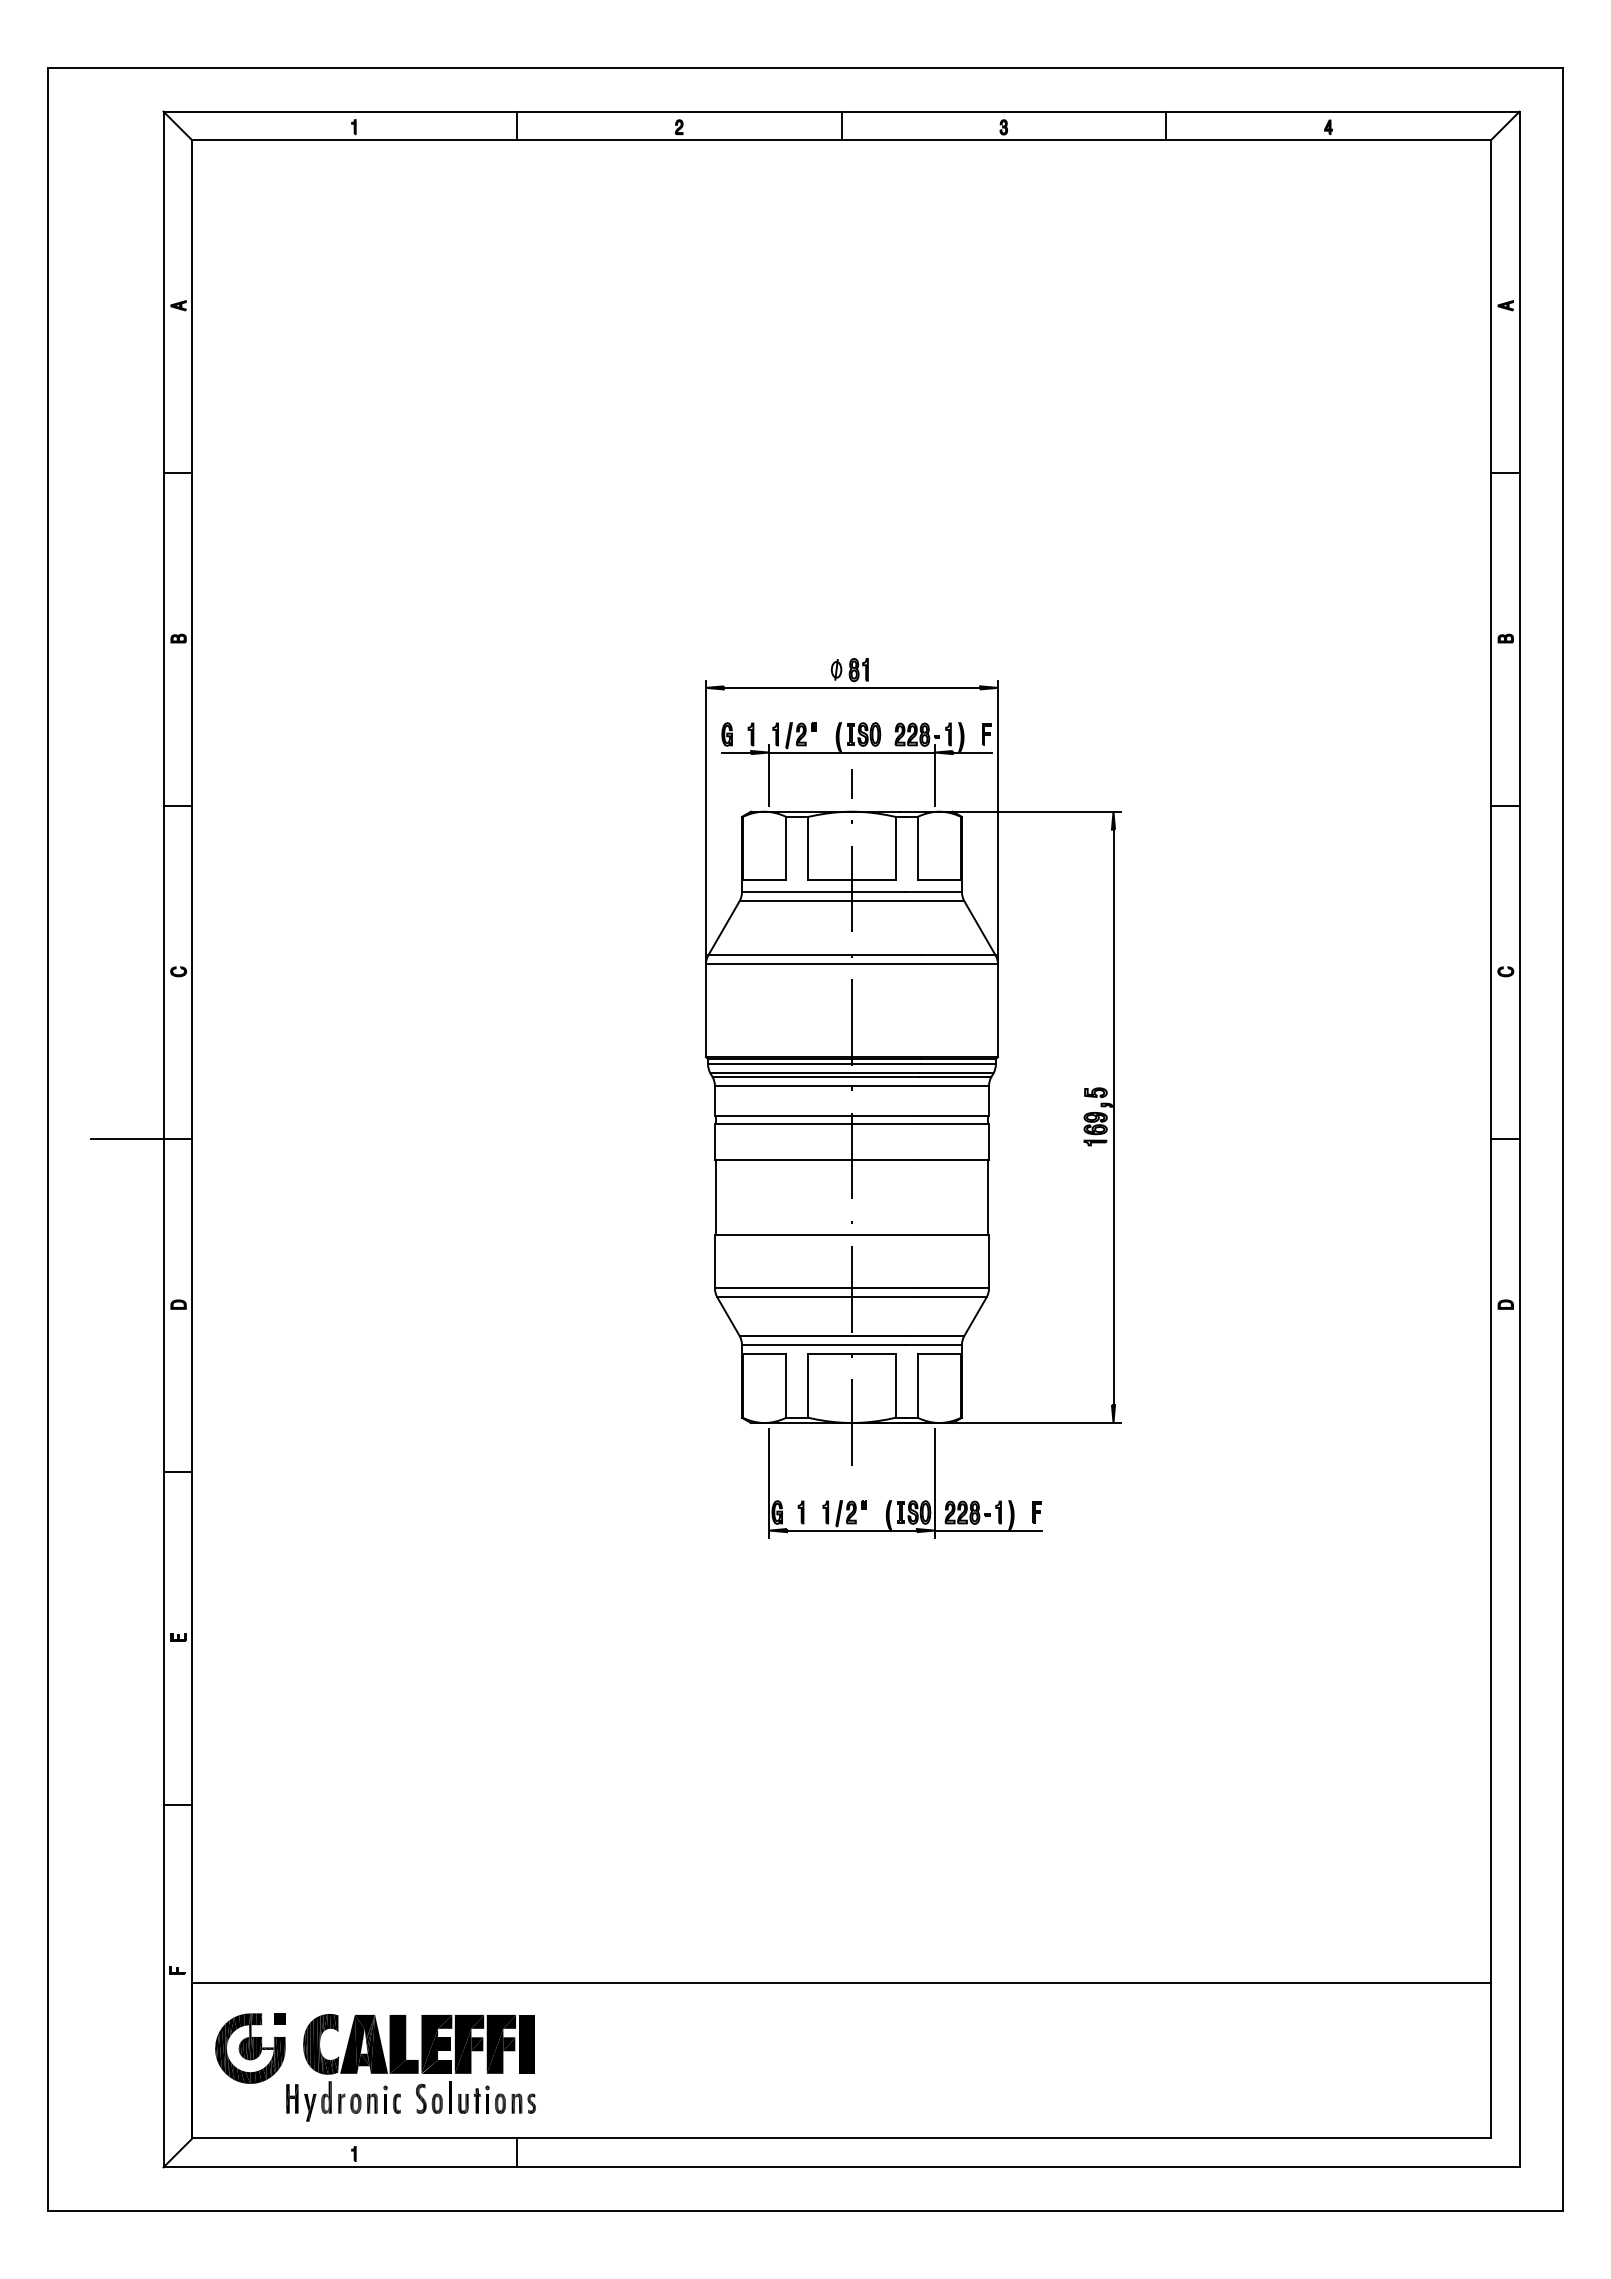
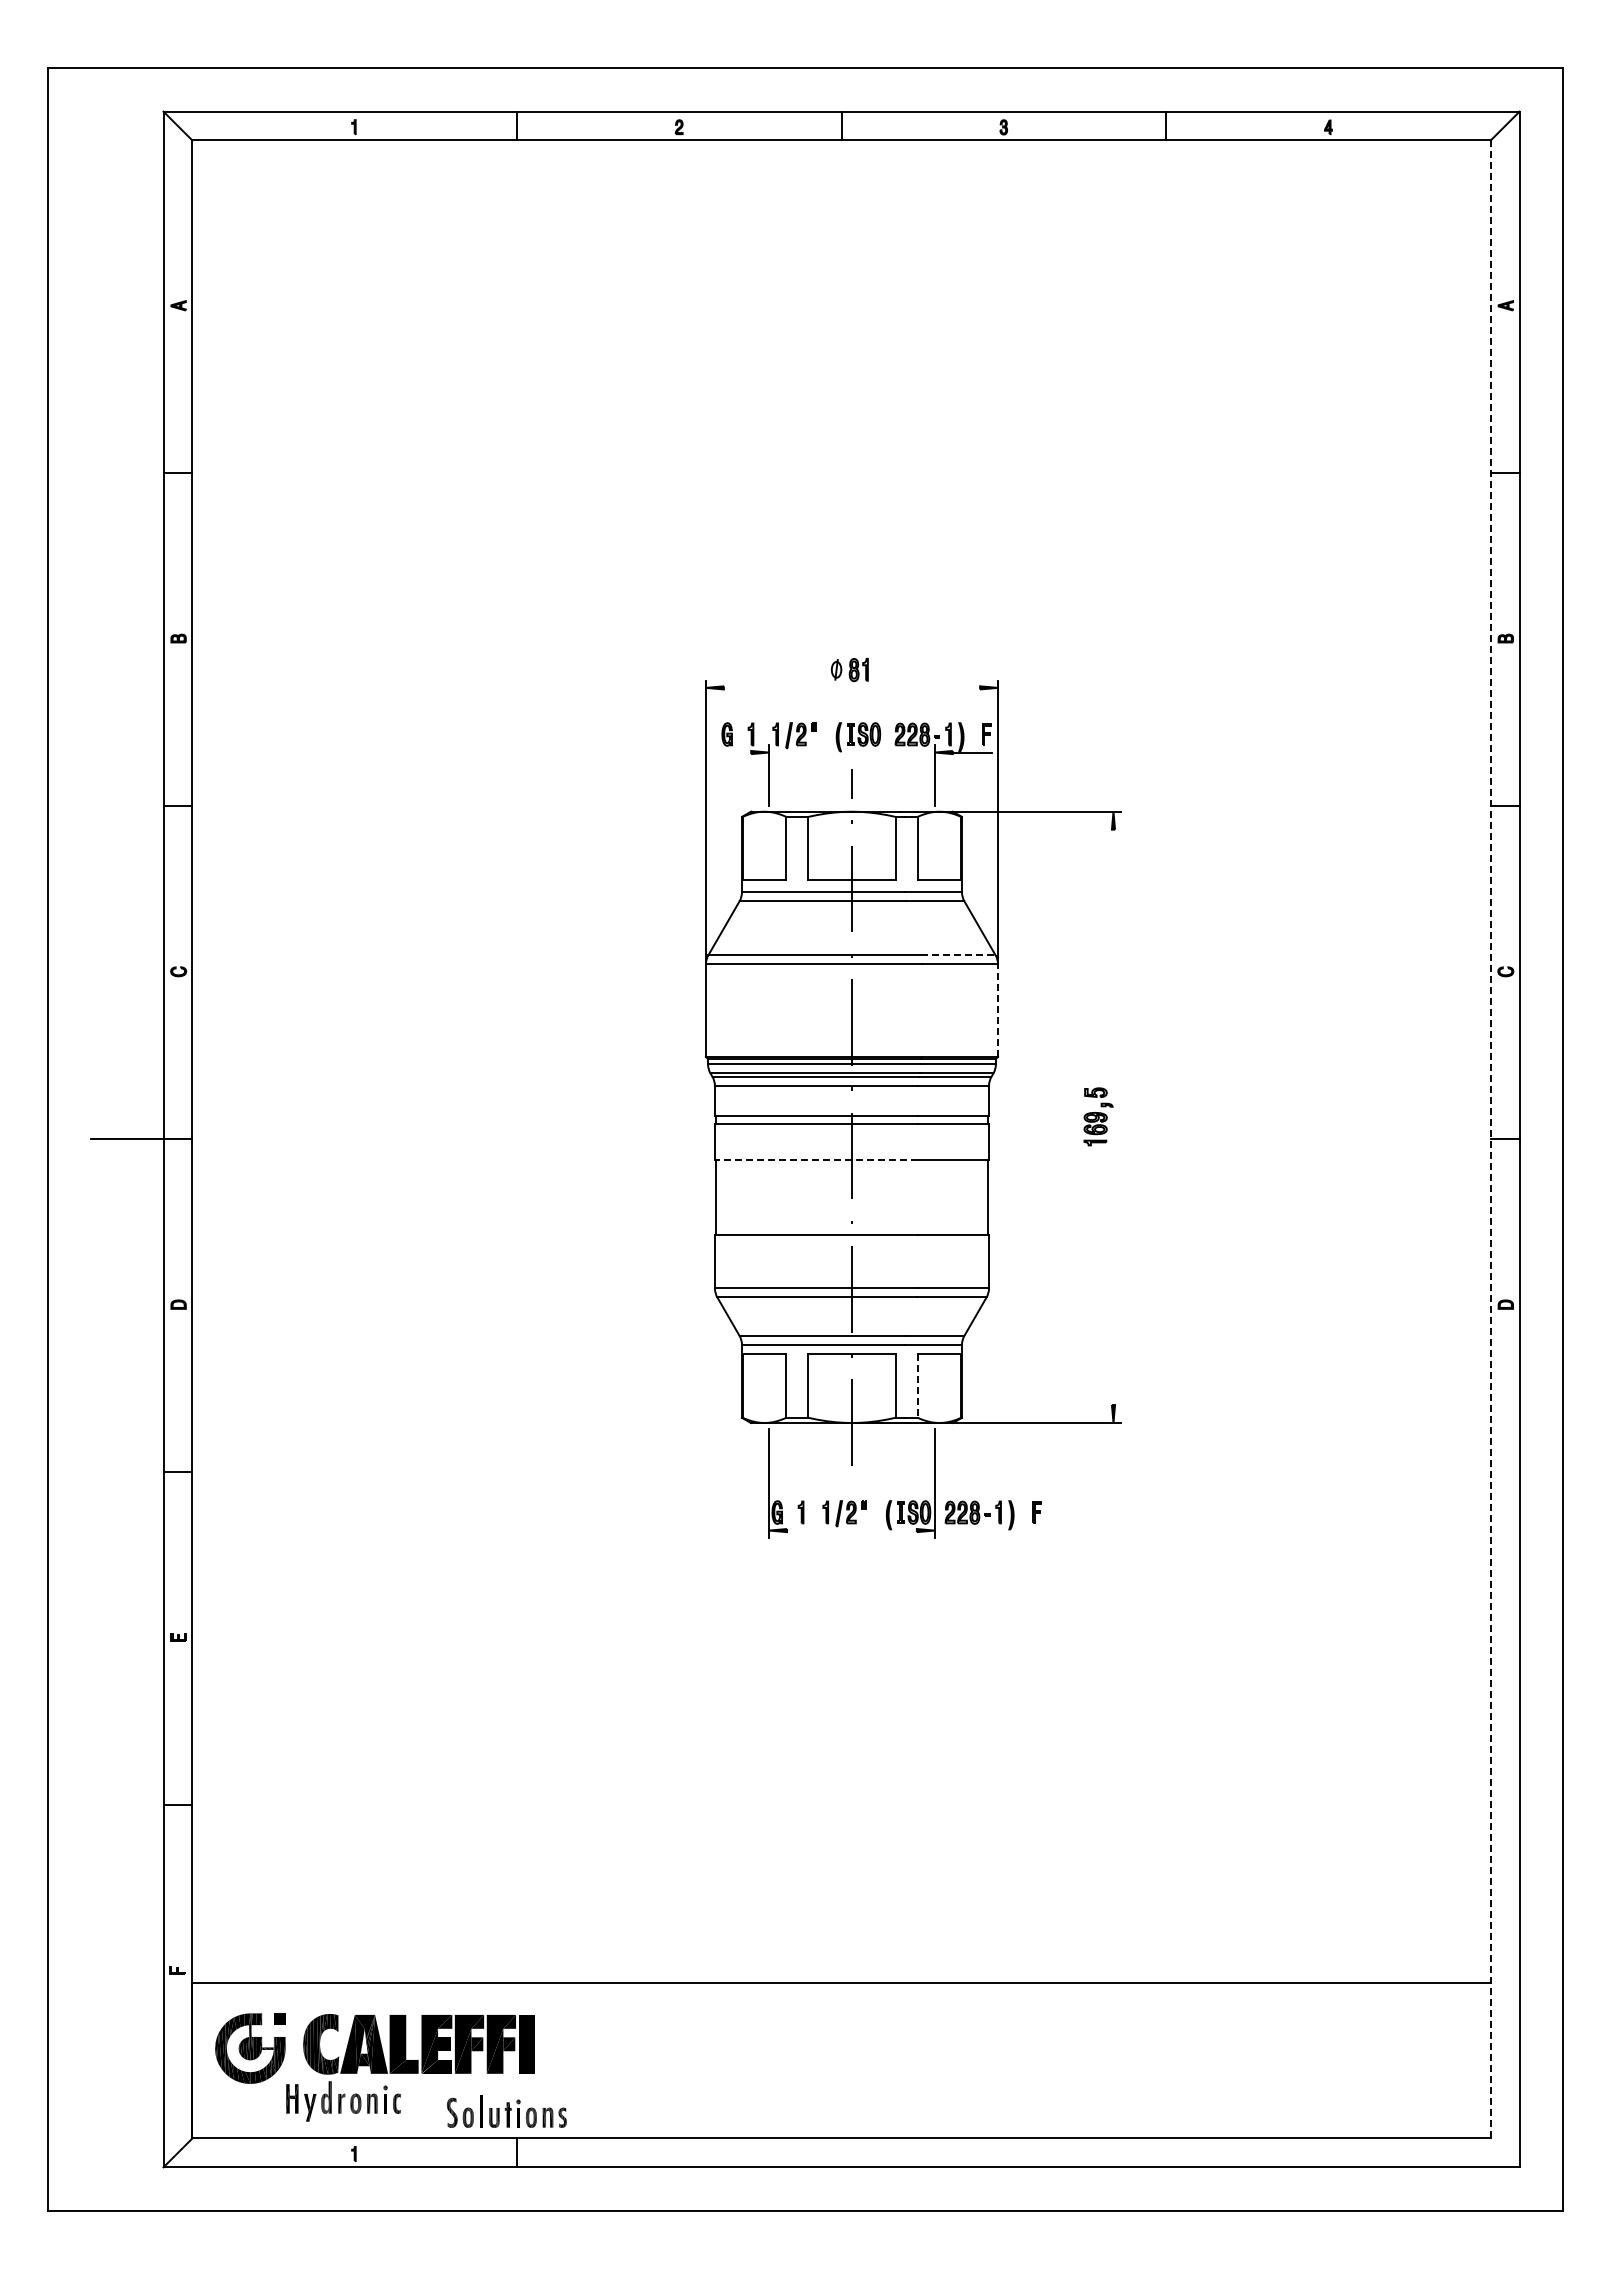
line at (851, 687): present -> none
line at (736, 752): present -> none
line at (851, 752): present -> none
line at (958, 955): solid -> dashed
line at (998, 1010): solid -> dashed
line at (1113, 1117): present -> none
line at (1490, 1139): solid -> dashed
line at (815, 1159): solid -> dashed
line at (917, 1386): solid -> dashed
line at (851, 1530): present -> none
line at (988, 1530): present -> none
part at (475, 2097) position: (475, 2097) -> (506, 2111)
